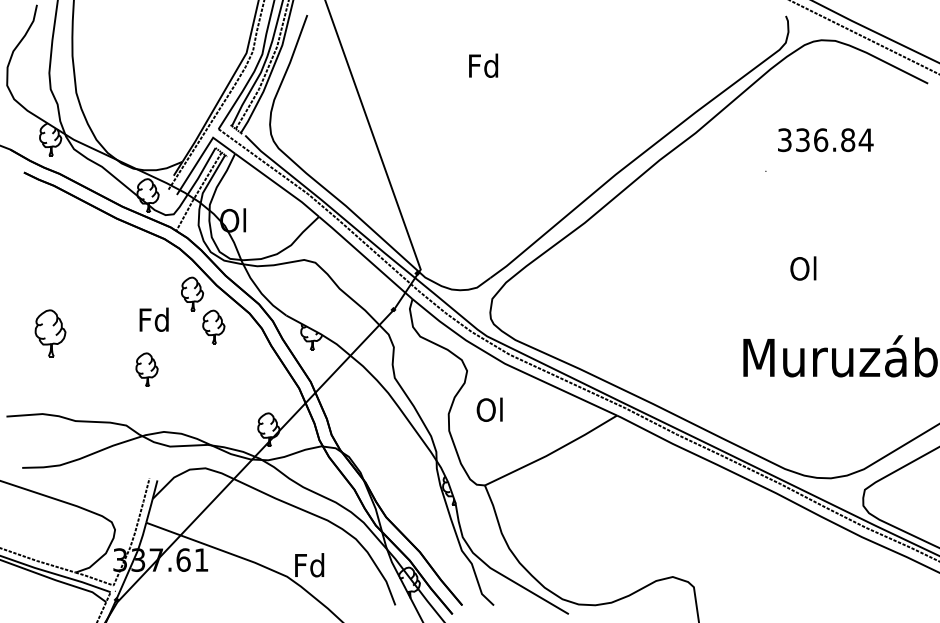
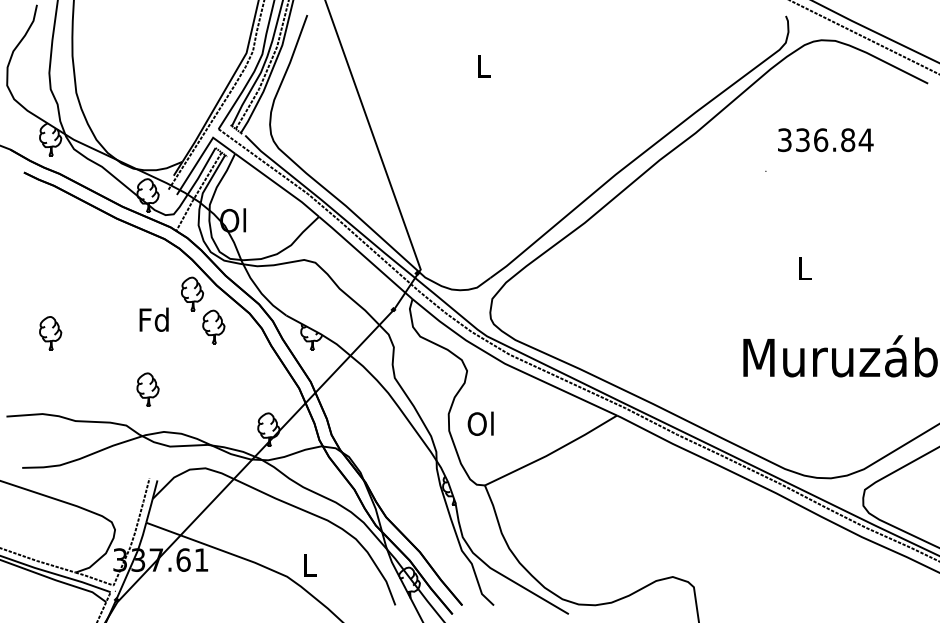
text at (483, 65): Fd -> L
text at (803, 268): Ol -> L
part at (50, 333) size: 33x49 px -> 24x35 px
part at (146, 369) position: (146, 369) -> (147, 389)
text at (489, 409) position: (489, 409) -> (480, 423)
text at (309, 565): Fd -> L
